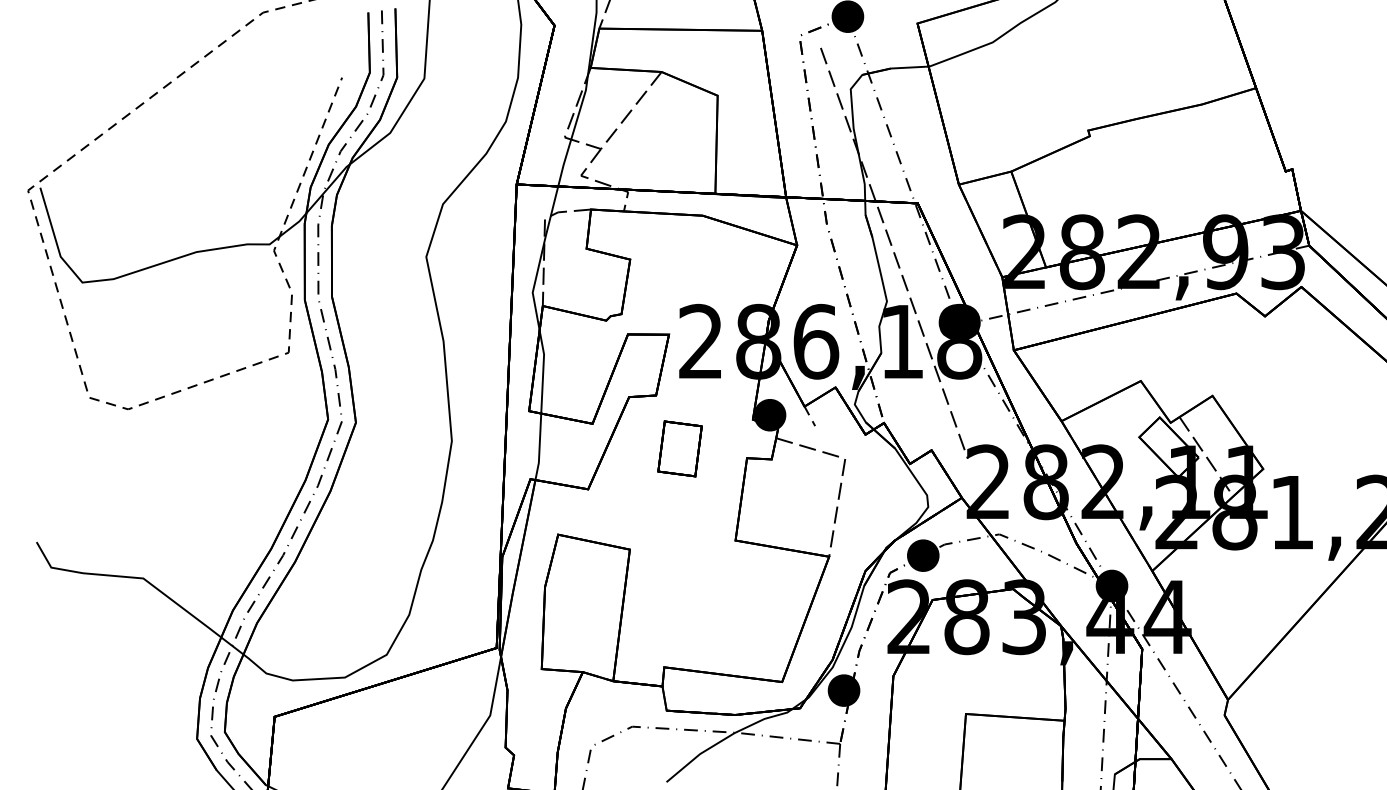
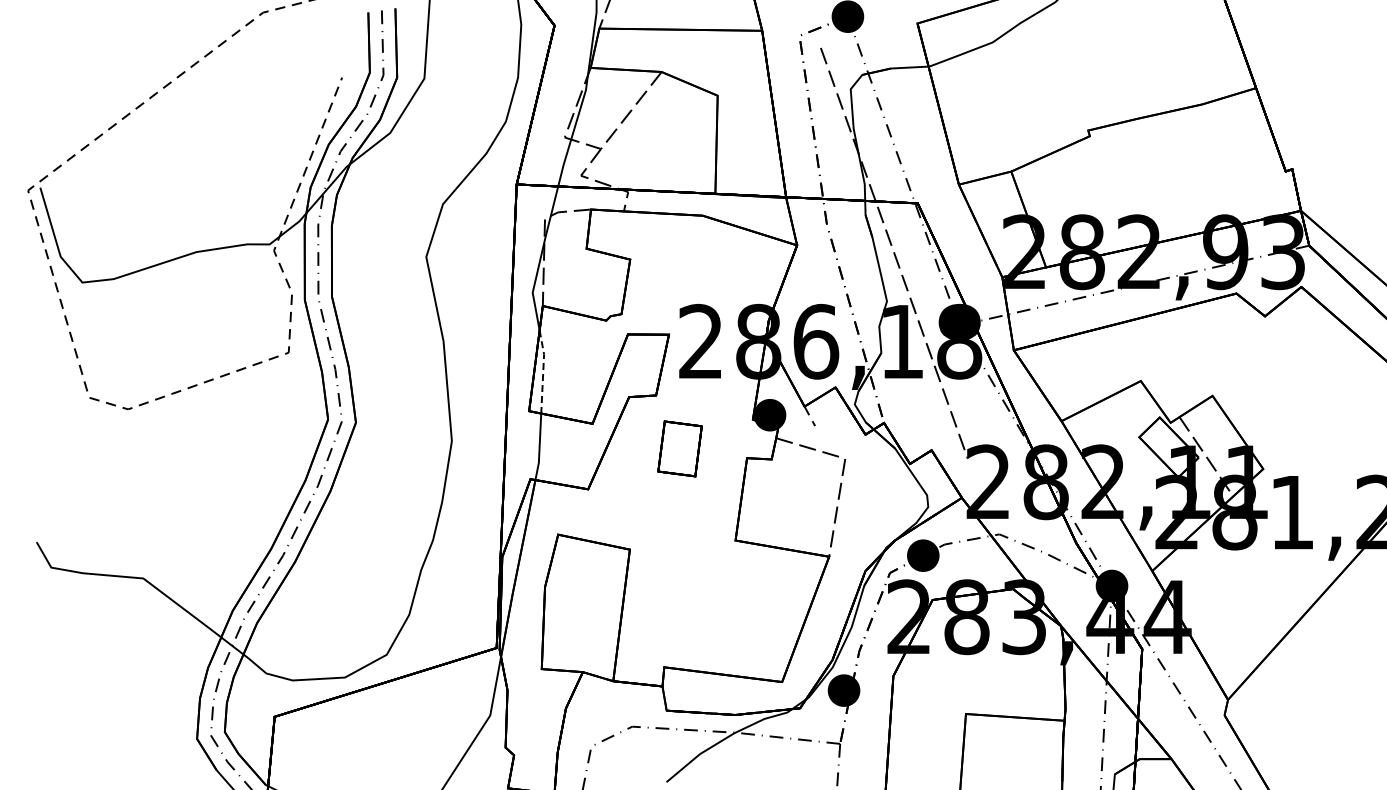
line at (543, 371): solid -> dashed
